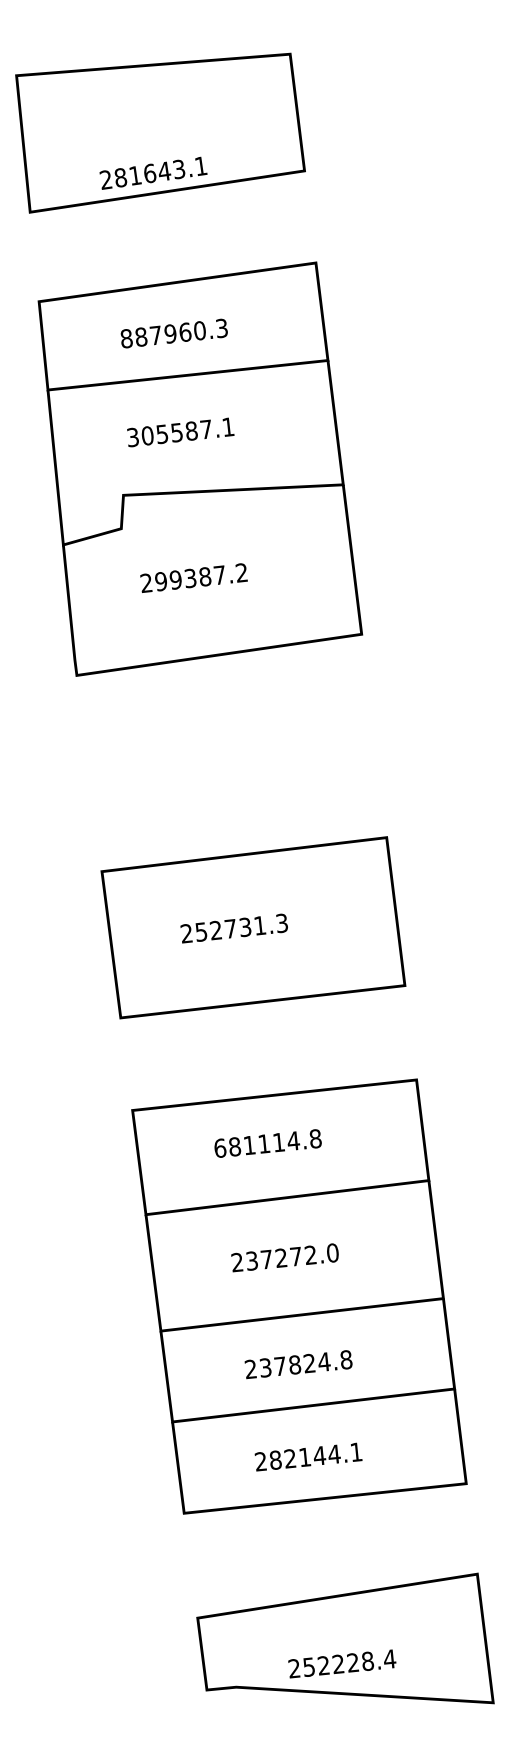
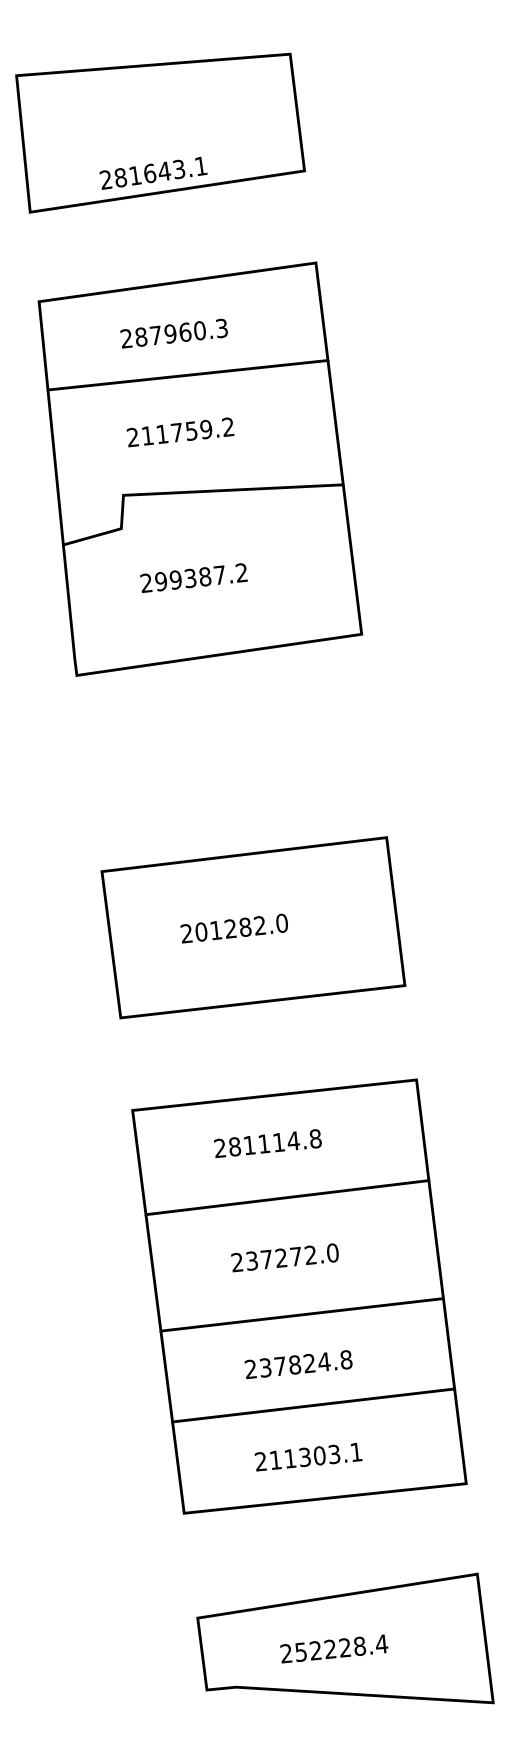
text at (126, 338): 887960.3 -> 287960.3
text at (180, 432): 305587.1 -> 211759.2
text at (241, 927): 252731.3 -> 201282.0
text at (220, 1148): 681114.8 -> 281114.8
text at (304, 1456): 282144.1 -> 211303.1
text at (342, 1663) position: (342, 1663) -> (334, 1648)
